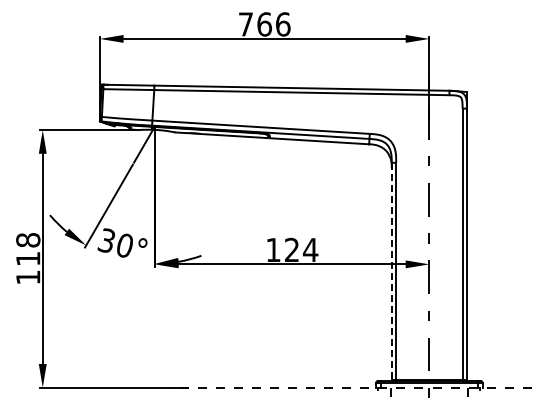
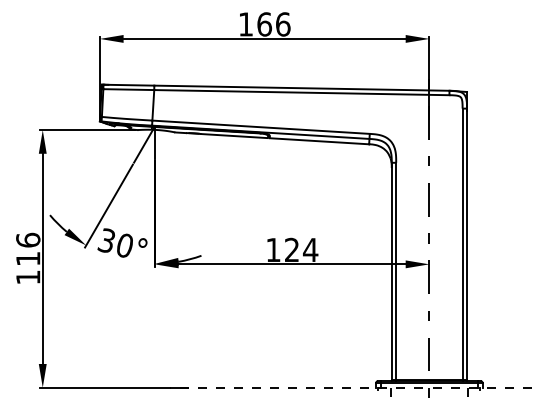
text at (245, 24): 766 -> 166
text at (28, 239): 118 -> 116
line at (391, 271): dashed -> solid
